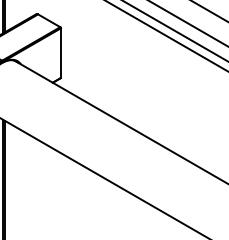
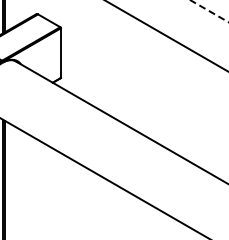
line at (209, 11): solid -> dashed
line at (188, 23): present -> none
line at (175, 31): present -> none
